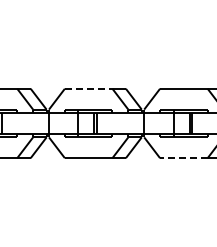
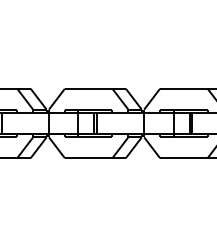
line at (88, 88): dashed -> solid
line at (183, 158): dashed -> solid
